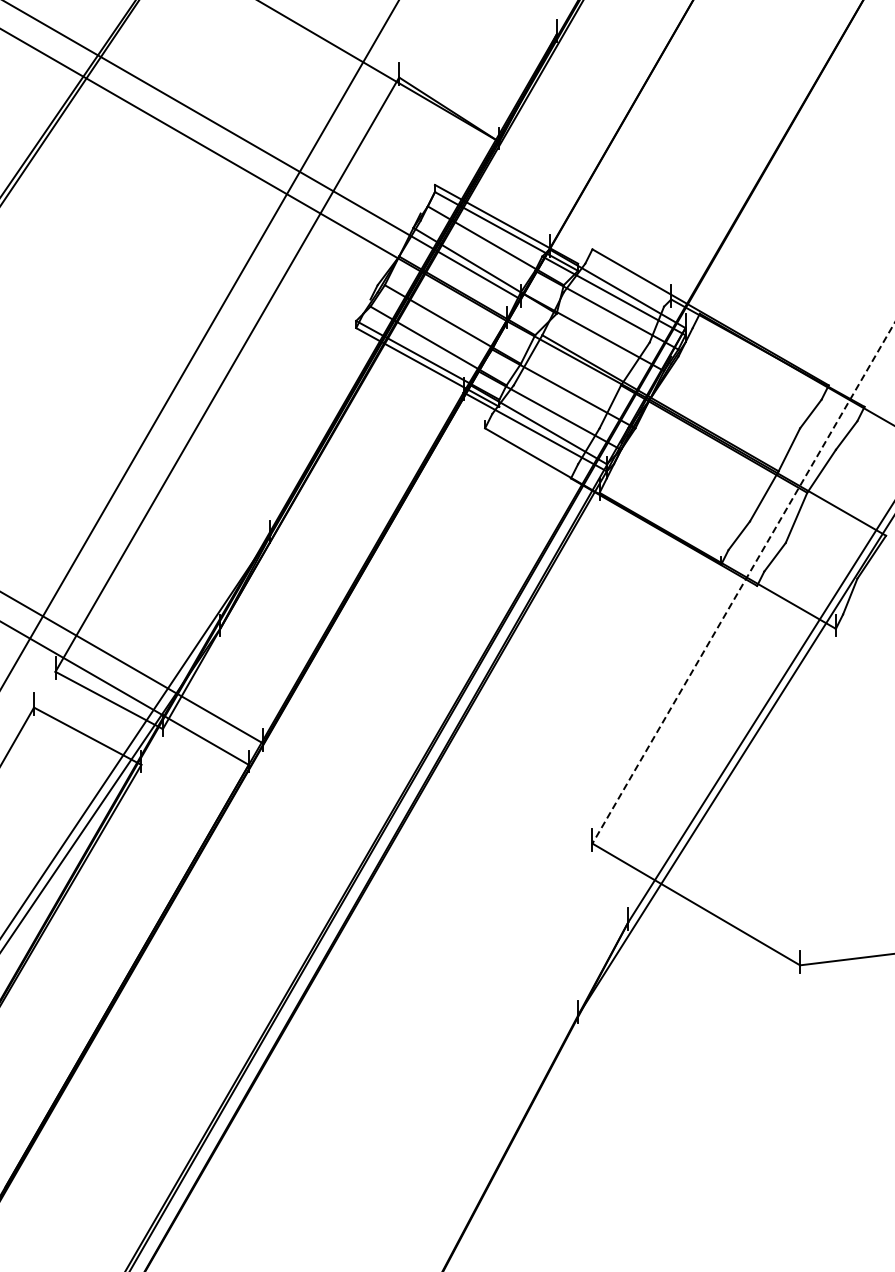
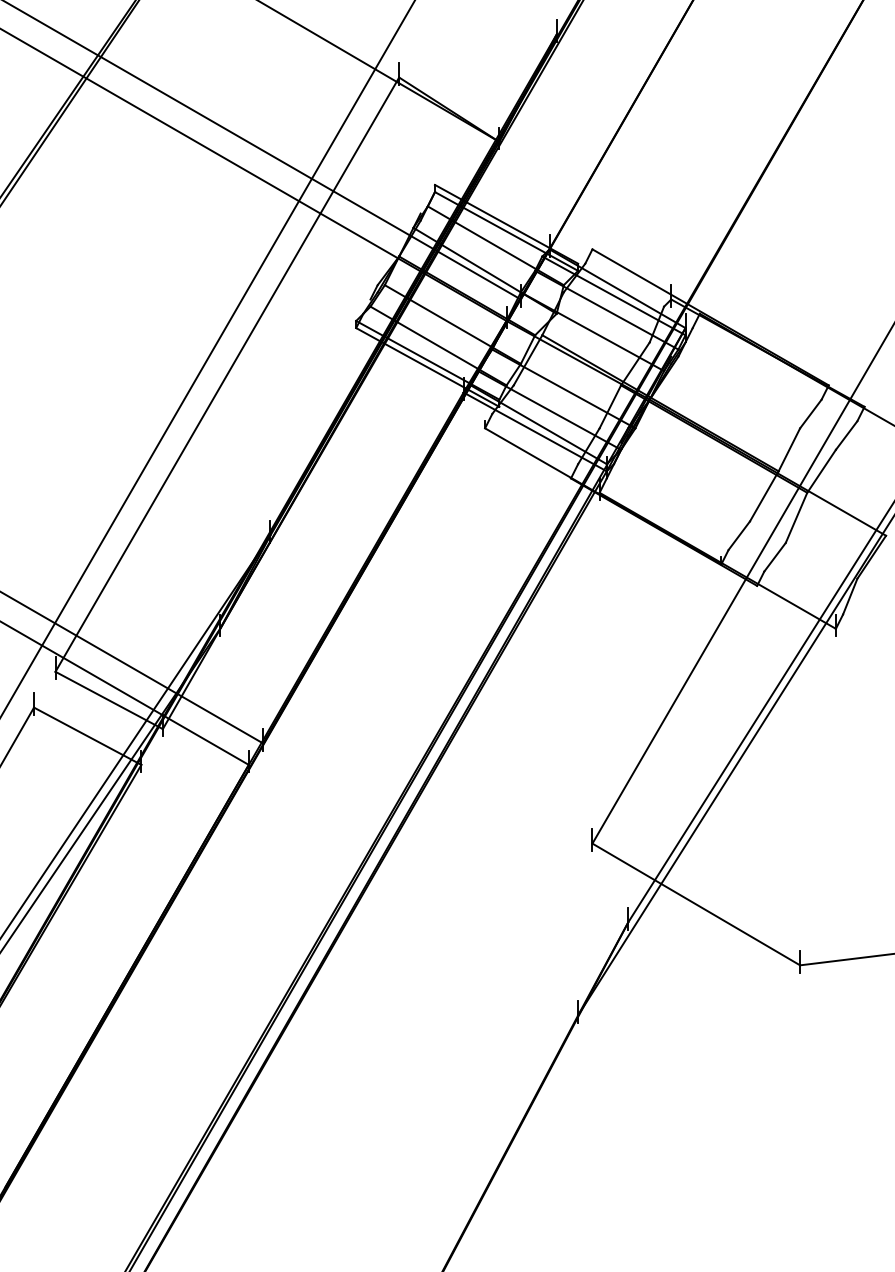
line at (200, 344) position: (200, 344) -> (208, 358)
line at (743, 583): dashed -> solid
